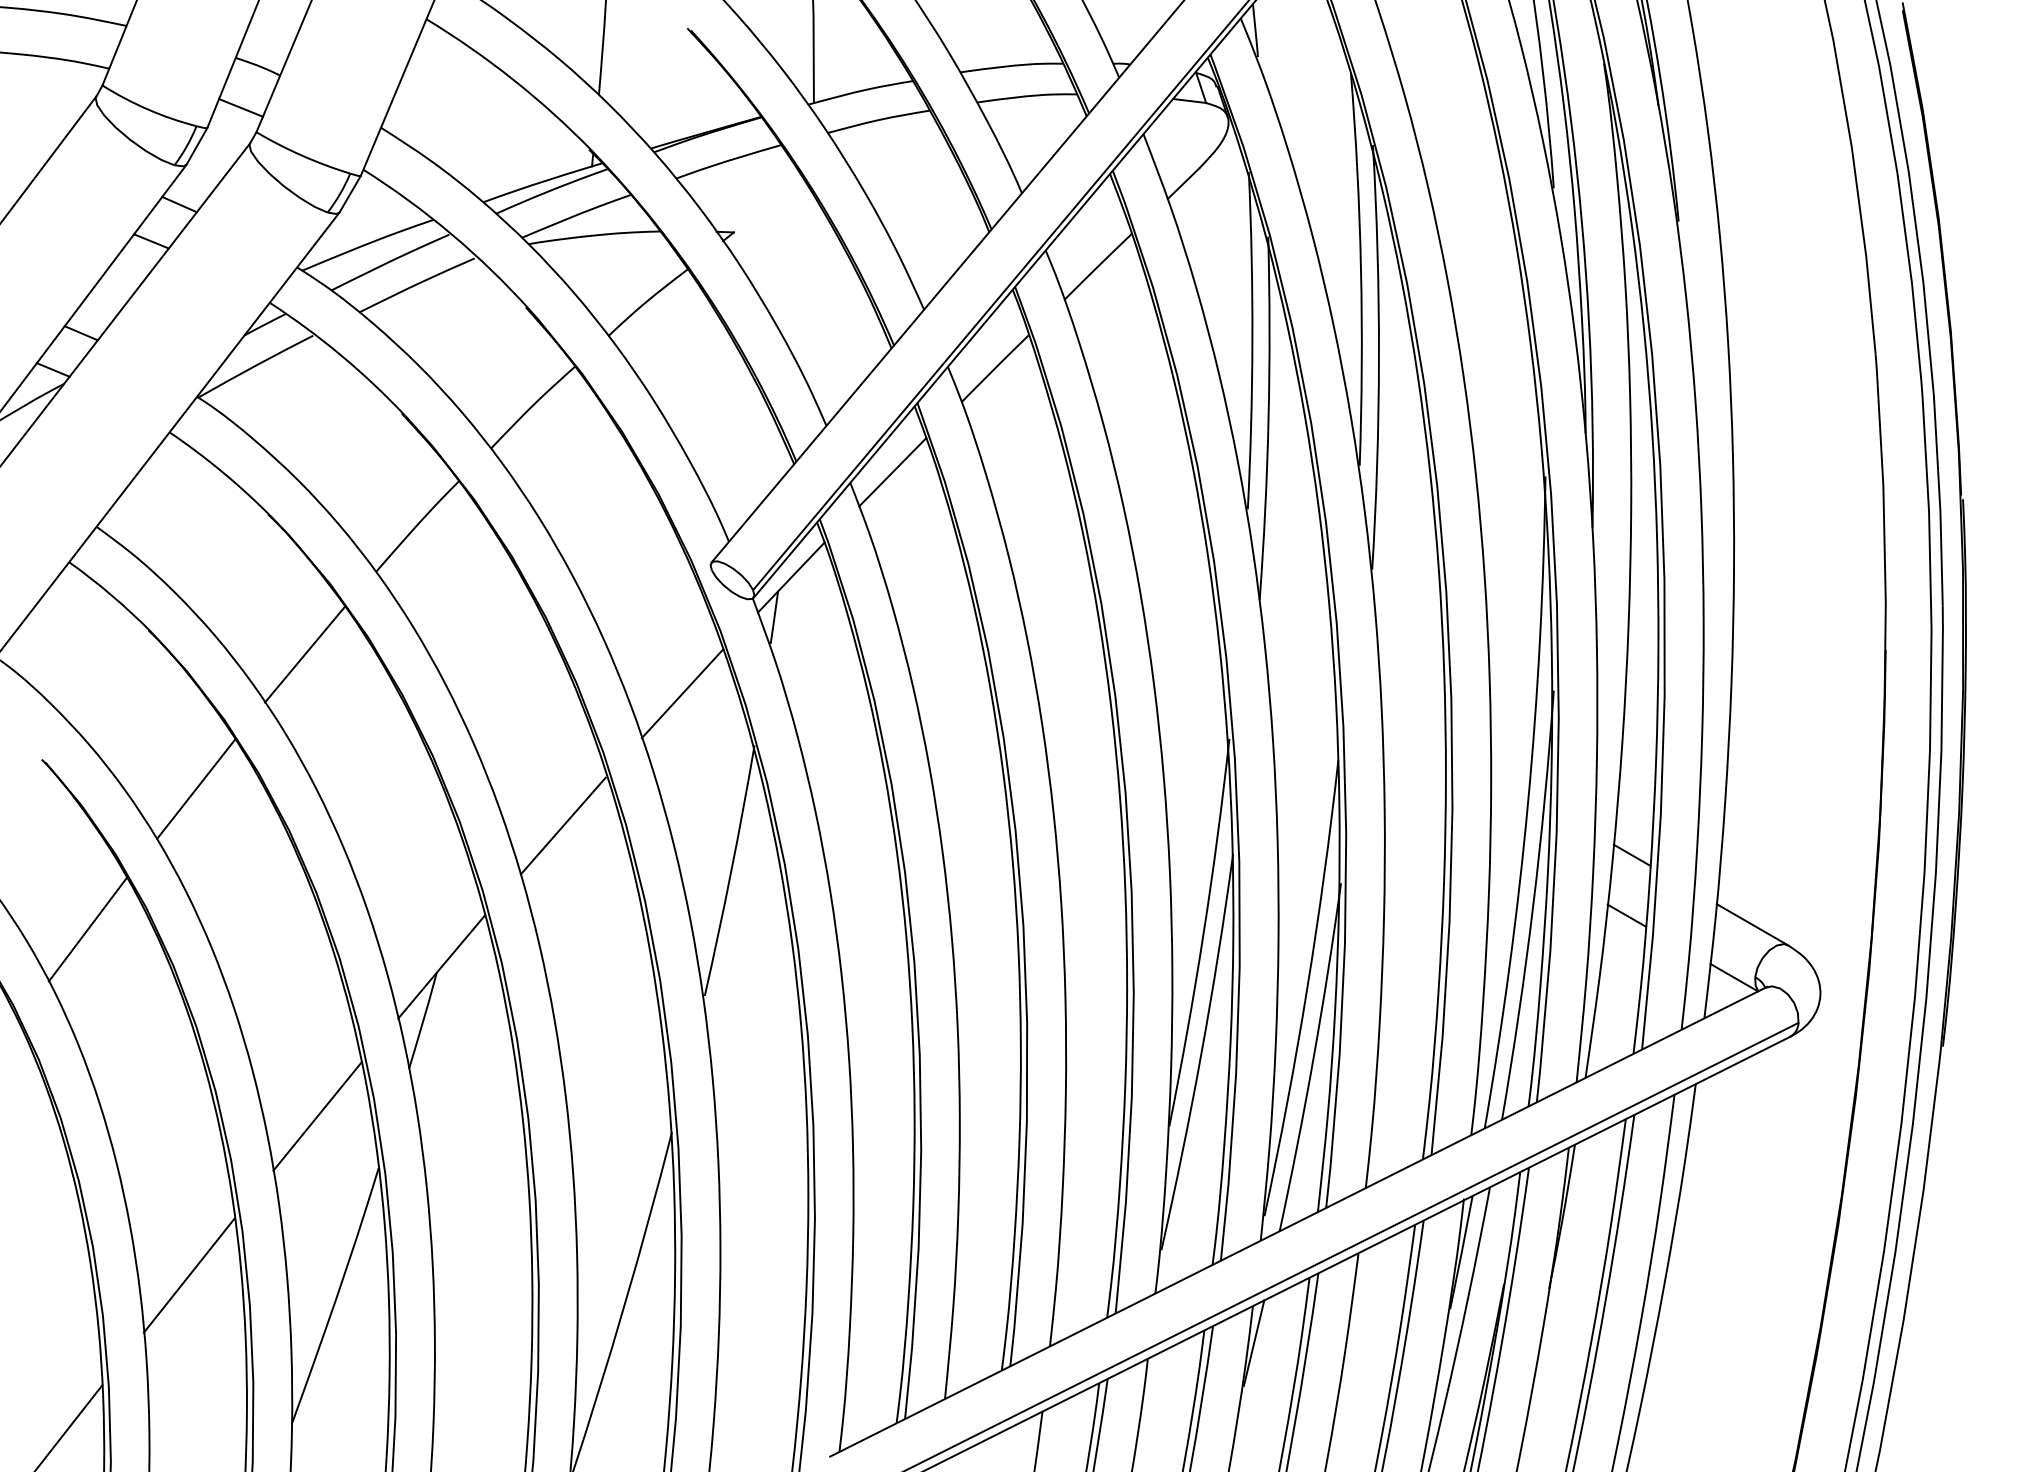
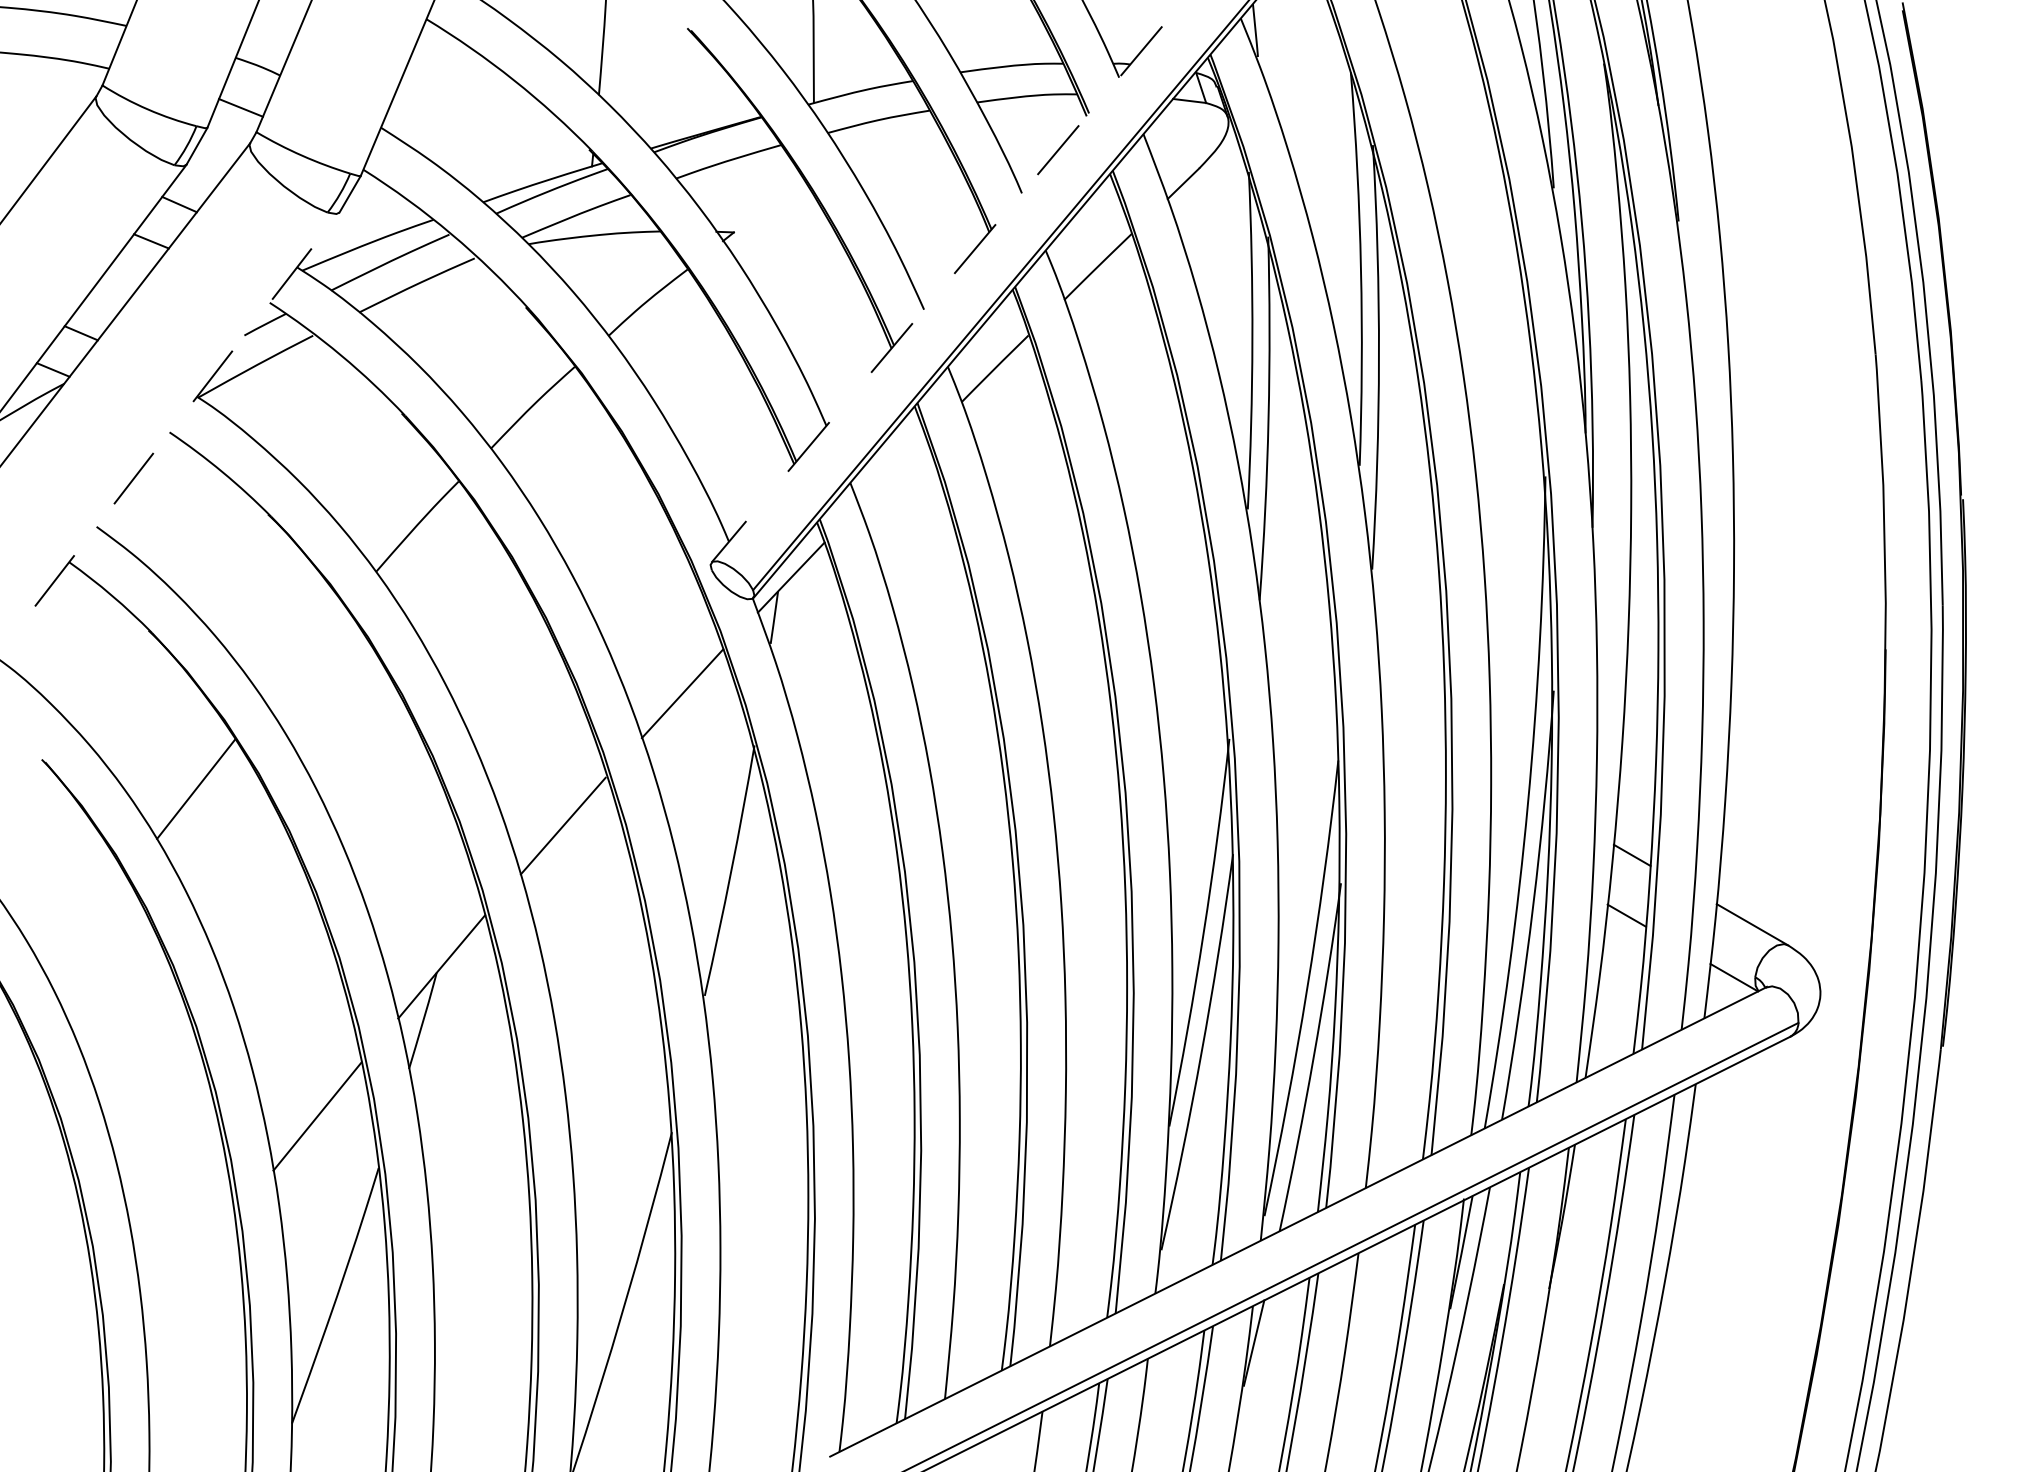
line at (947, 281): solid -> dashed
line at (170, 431): solid -> dashed
line at (892, 472): present -> none
line at (304, 654): present -> none
line at (87, 929): present -> none
line at (188, 1275): present -> none
line at (69, 1426): present -> none
